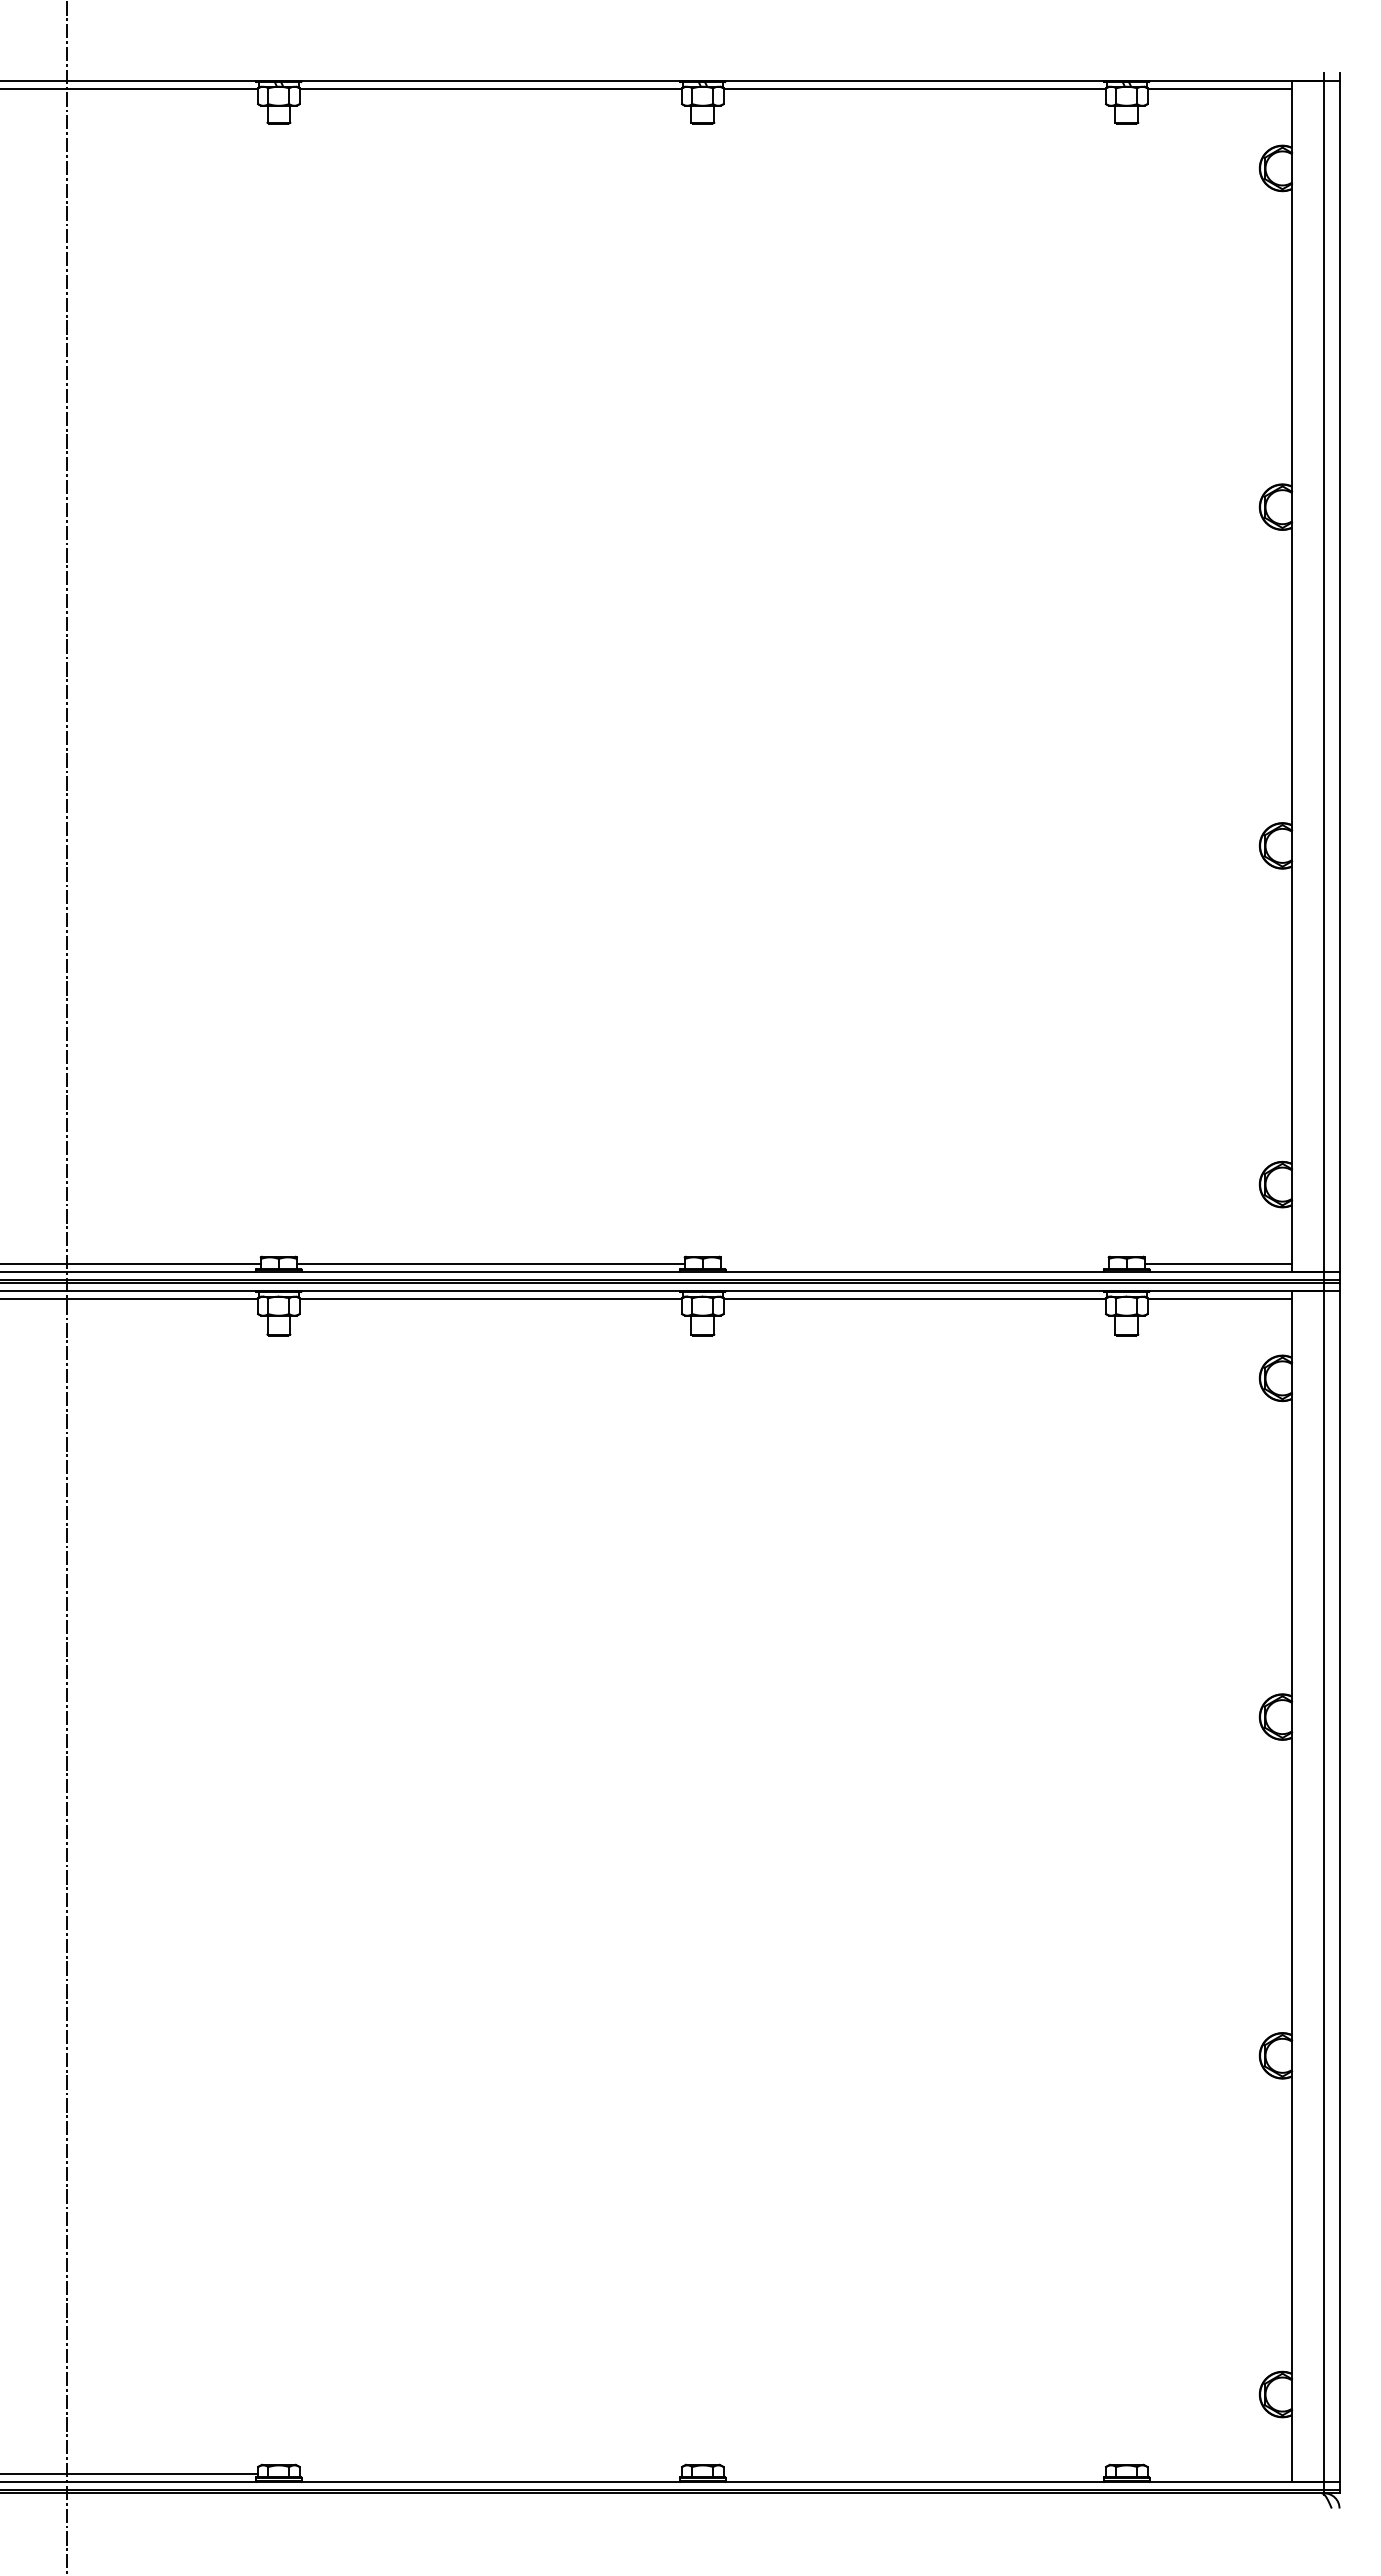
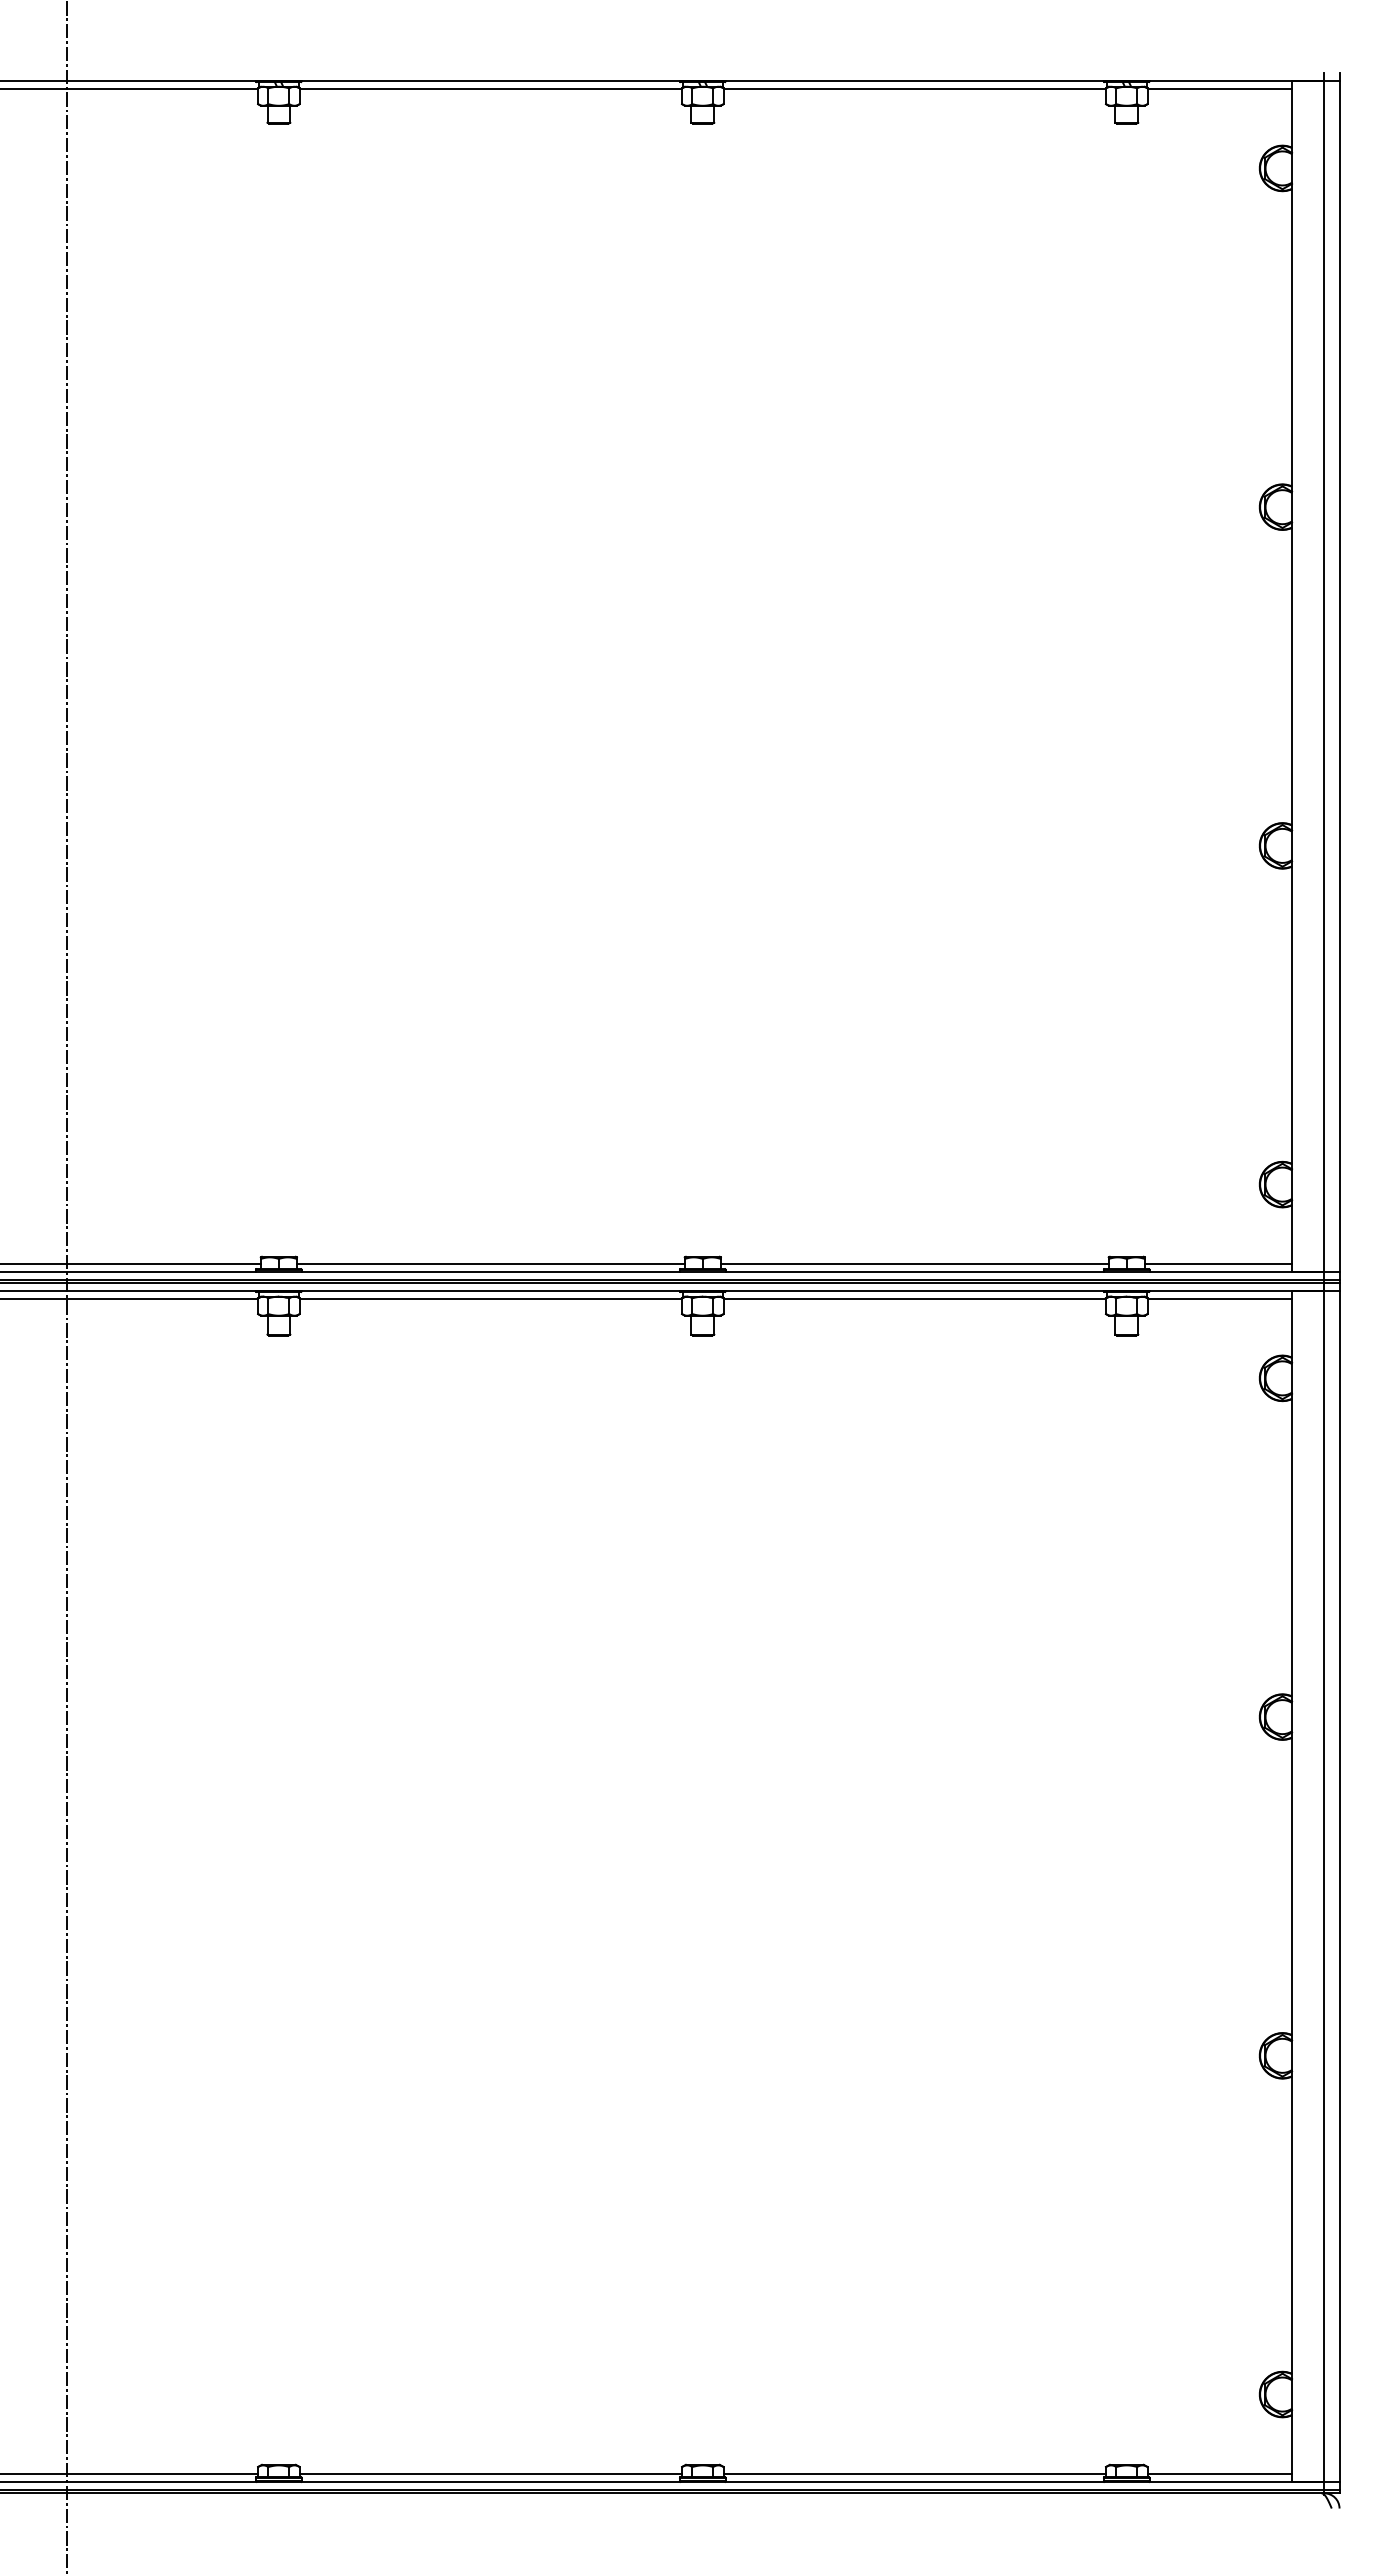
line at (914, 1264): none -> present
line at (490, 2474): none -> present
line at (914, 2474): none -> present
line at (1219, 2474): none -> present
